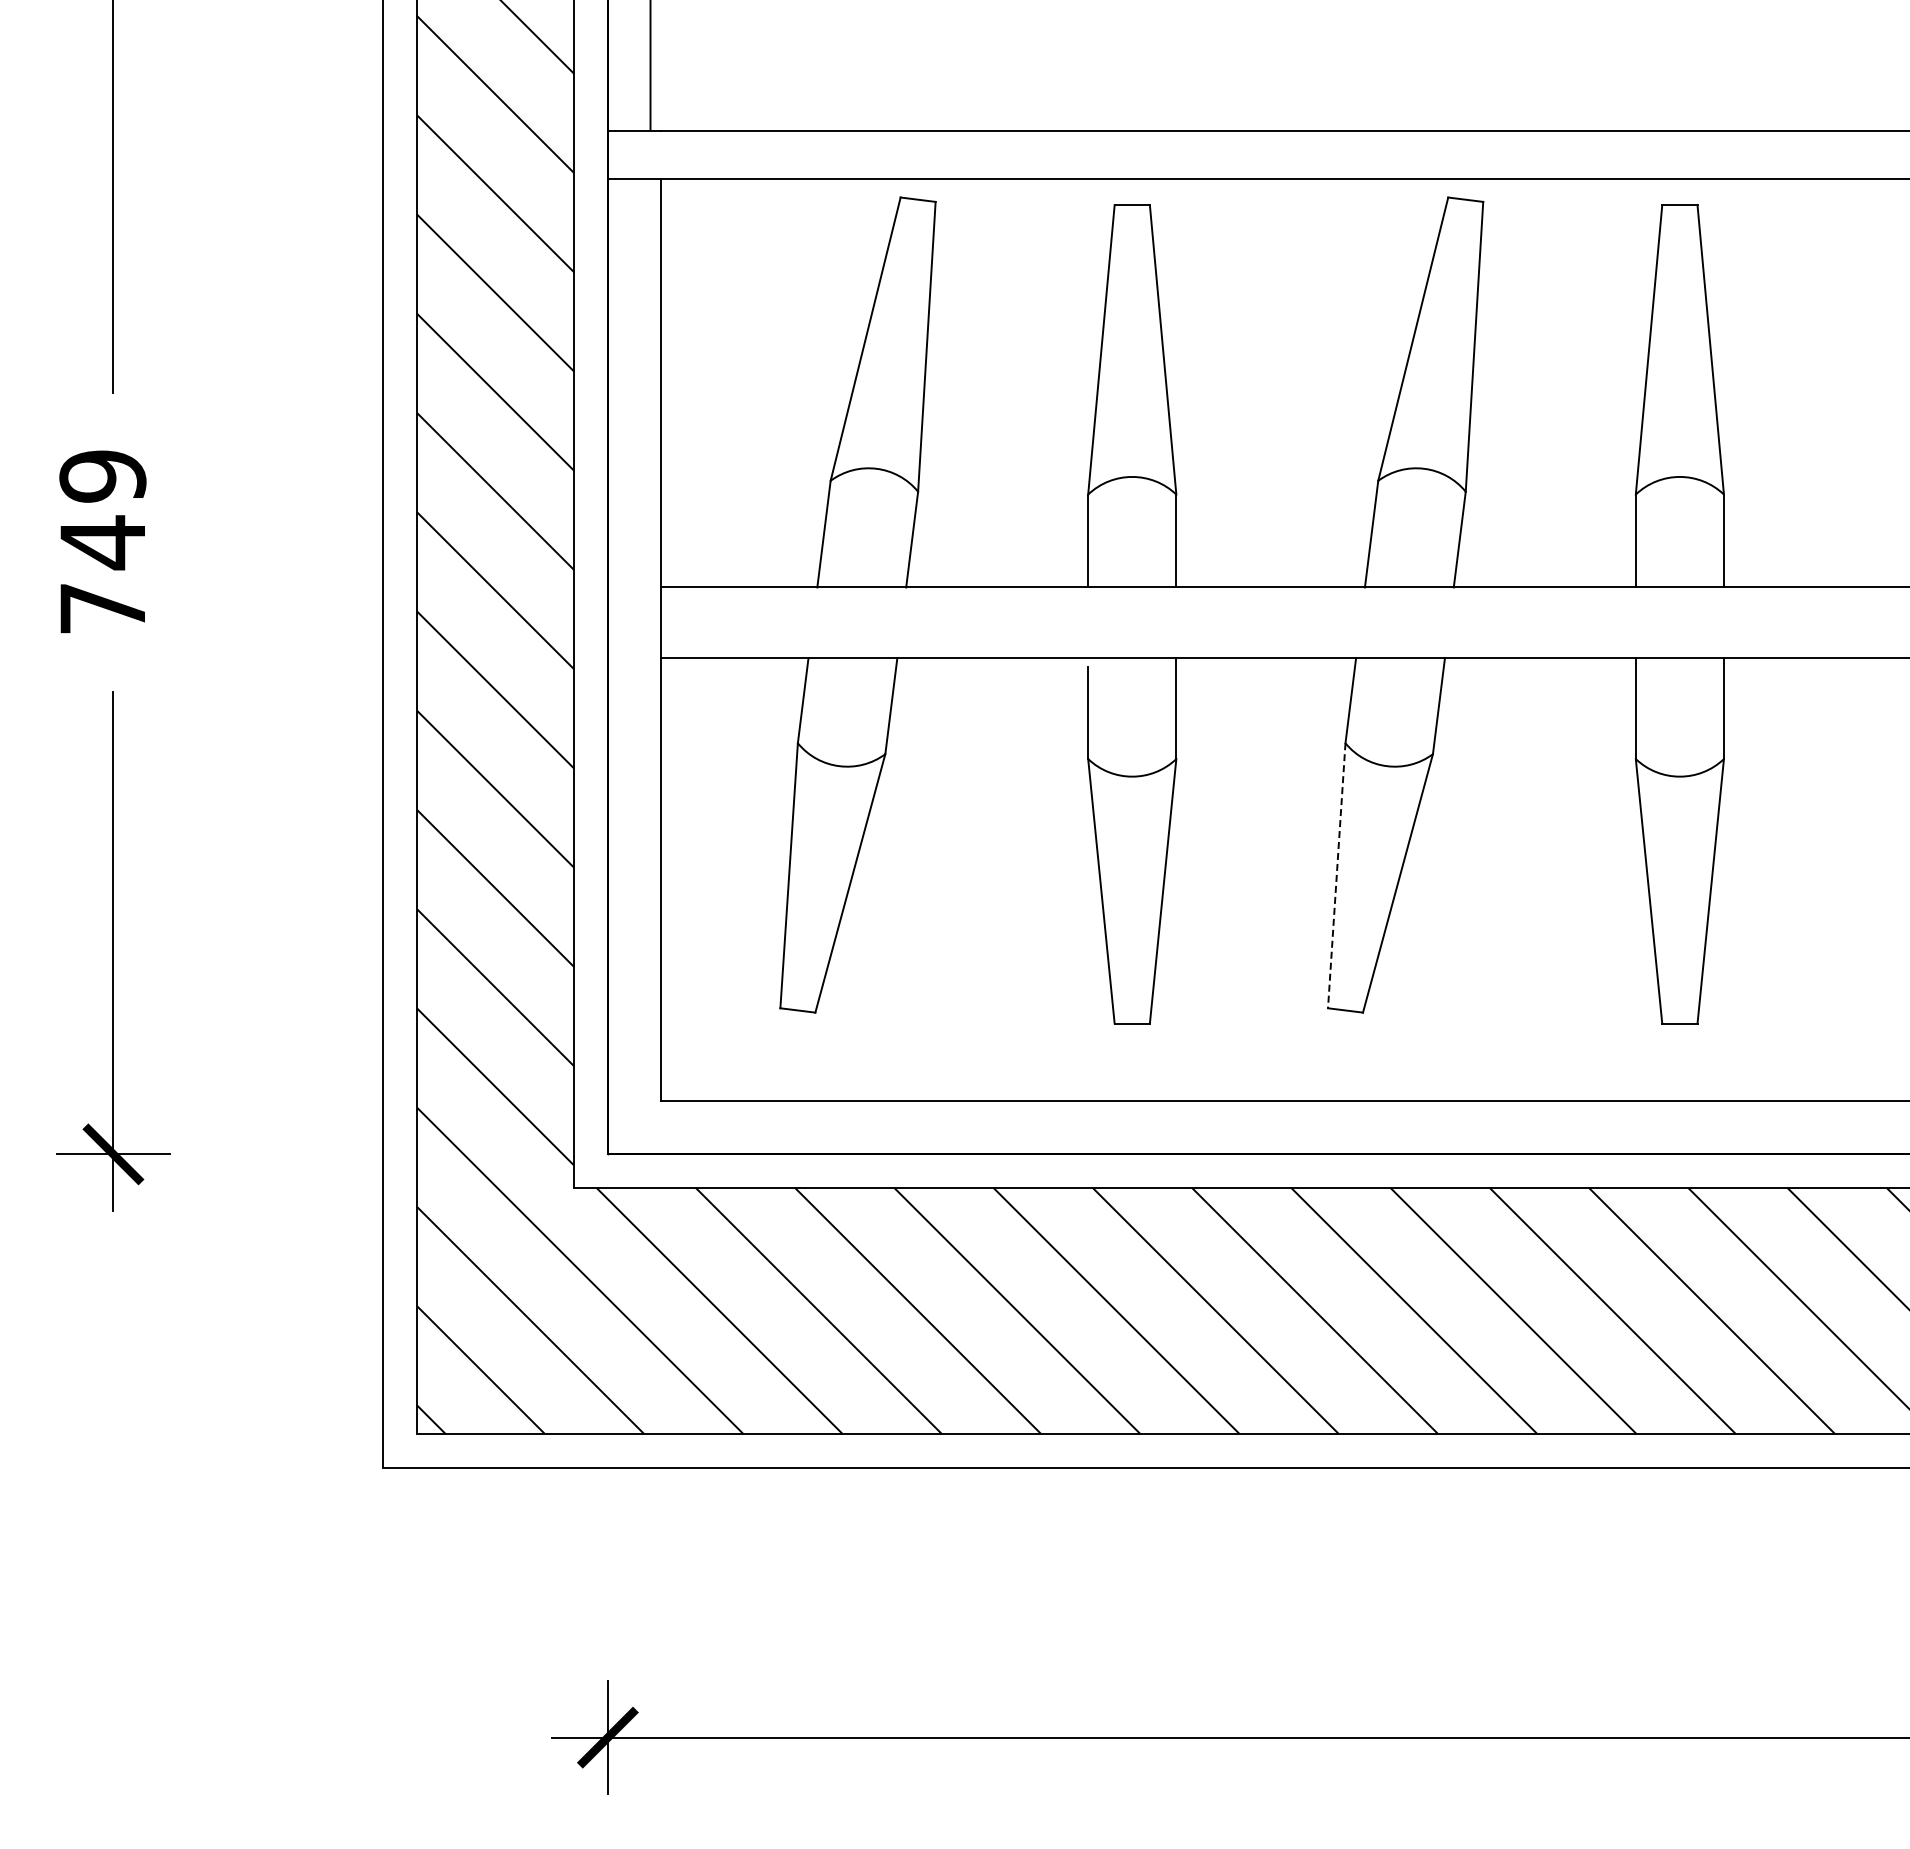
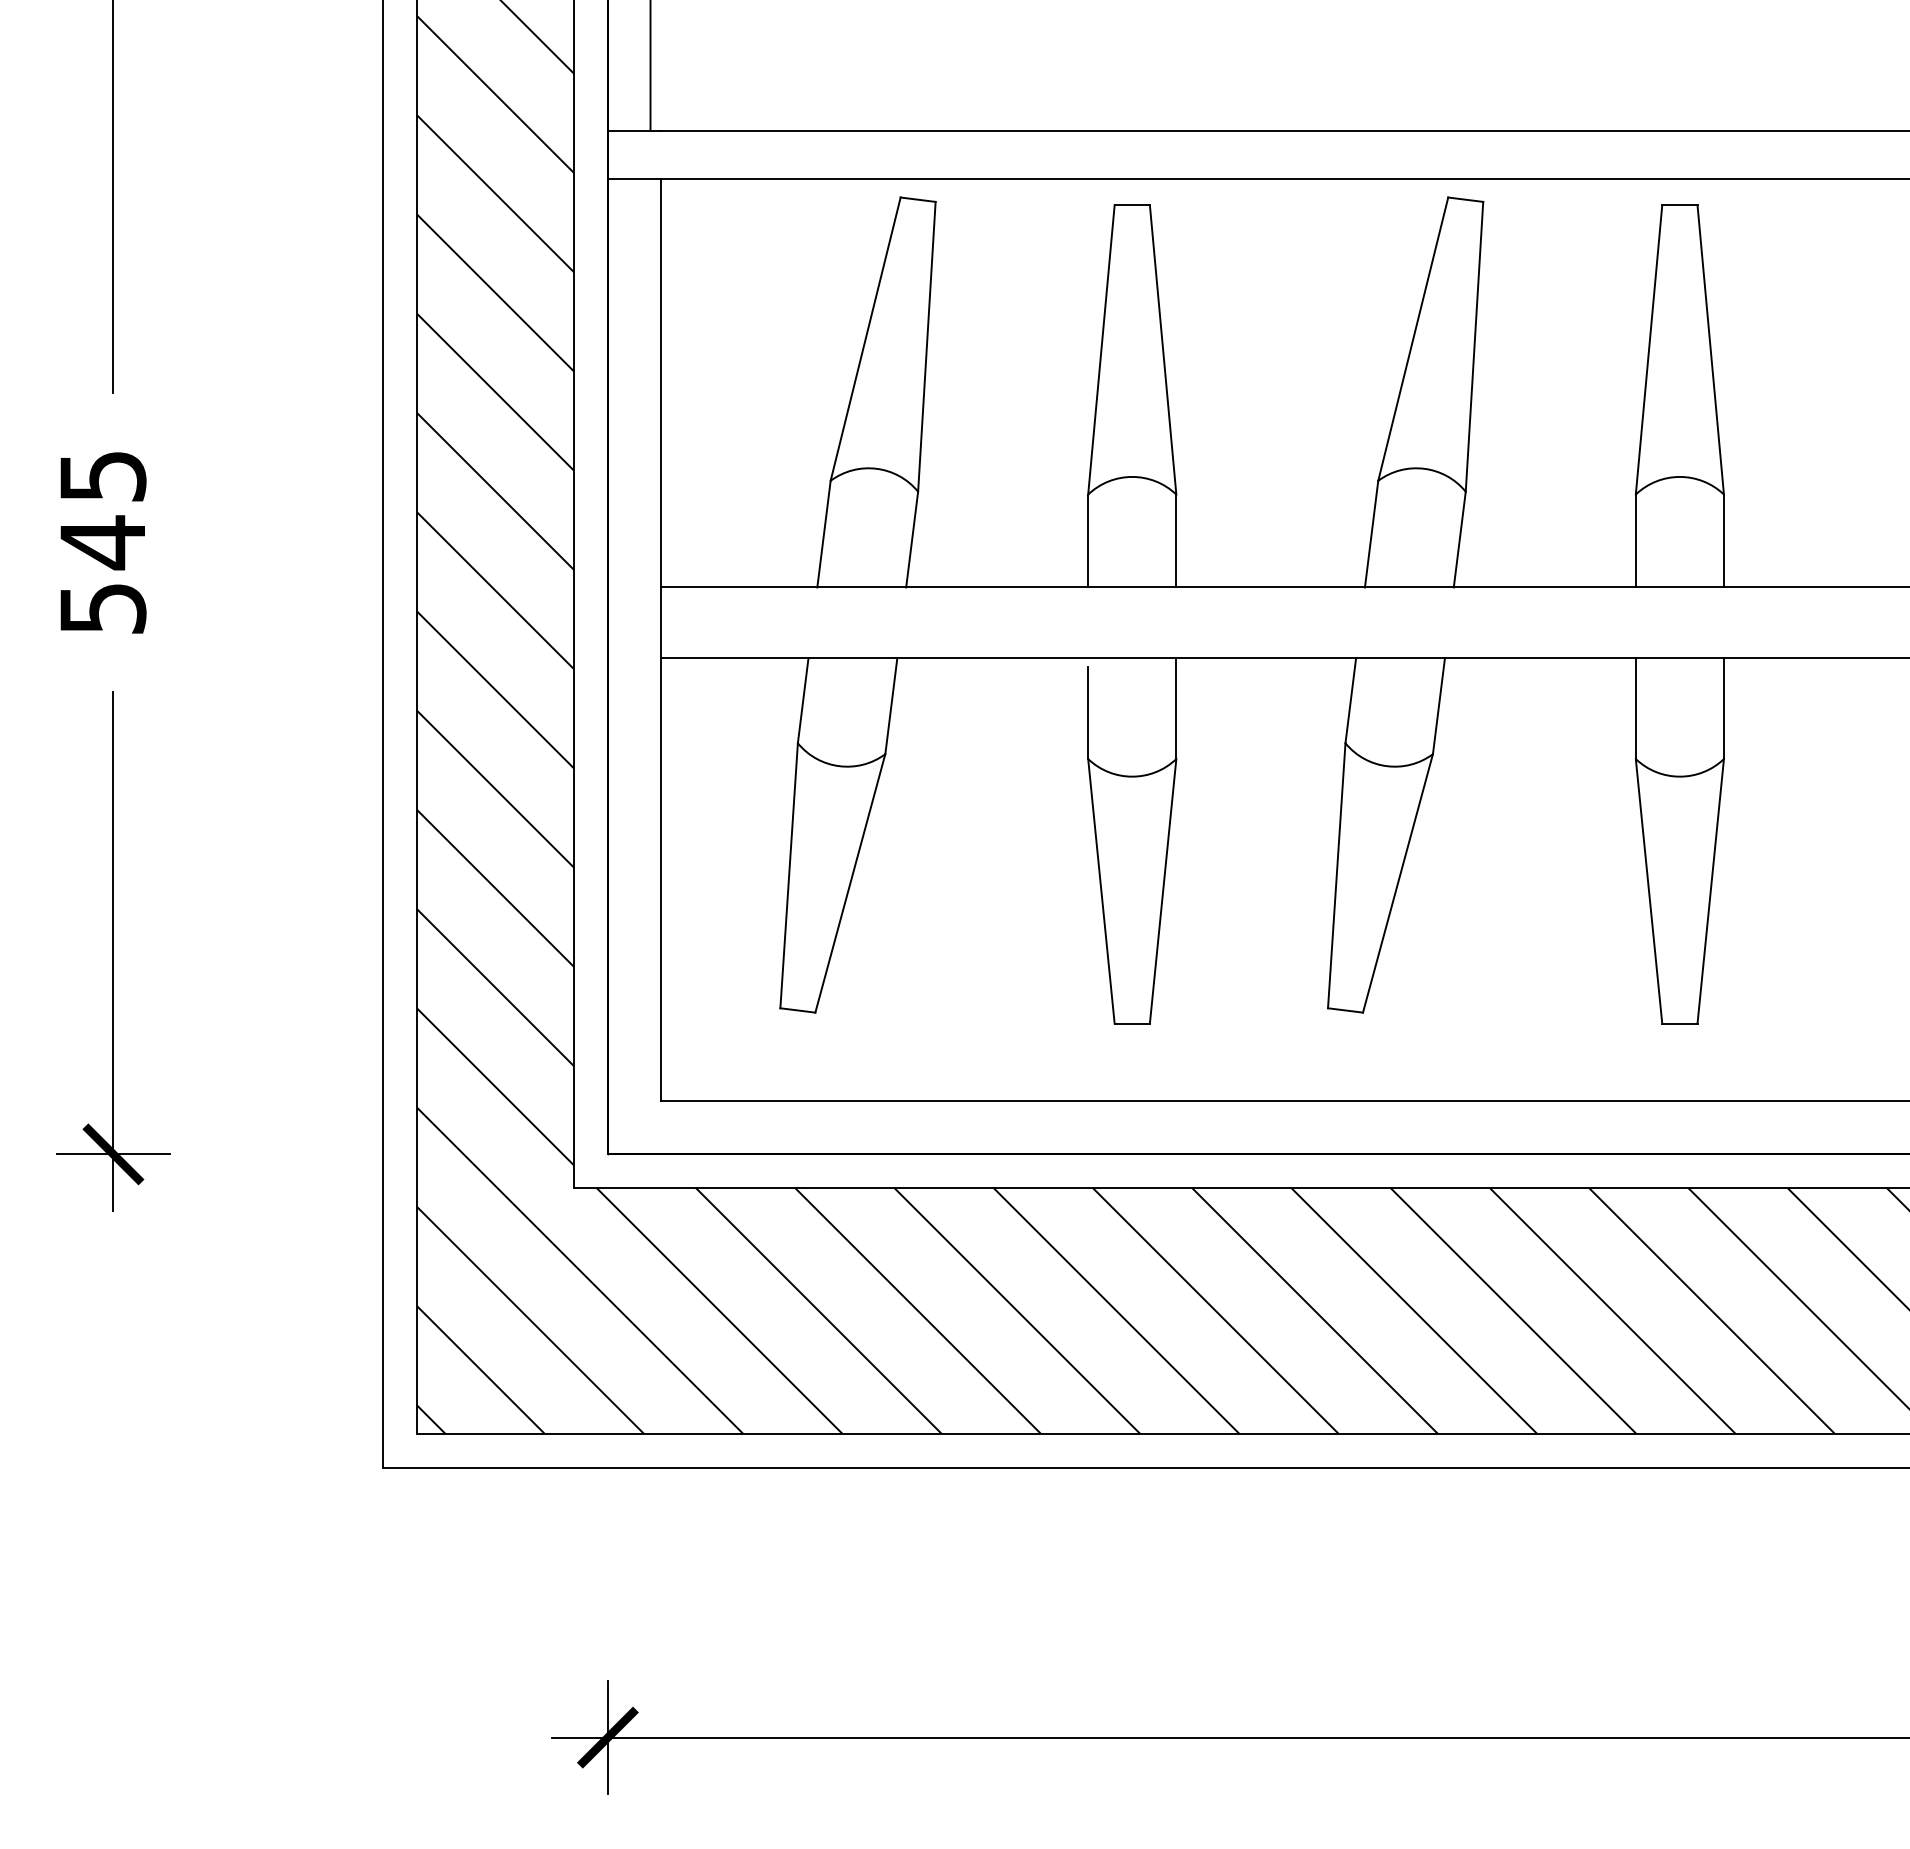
text at (102, 541): 749 -> 545
line at (1336, 875): dashed -> solid
